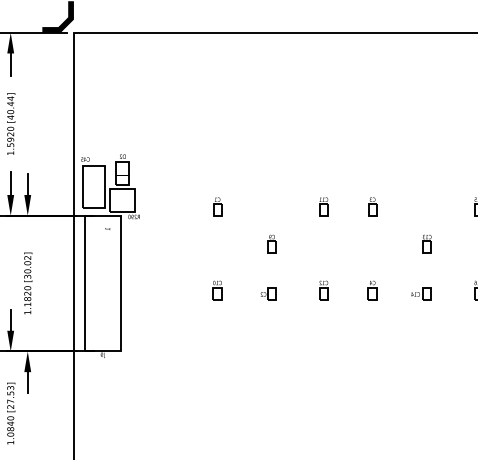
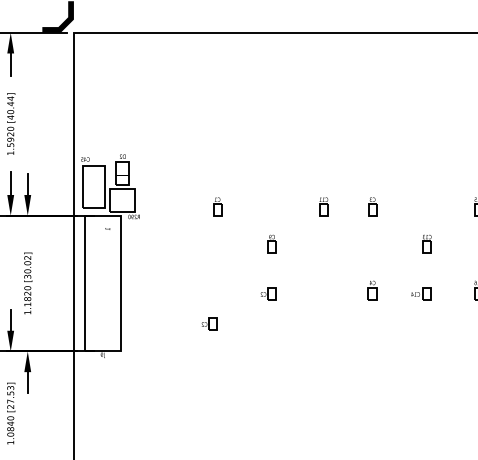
part at (217, 290): present -> none
part at (323, 290): present -> none
part at (209, 323): none -> present
